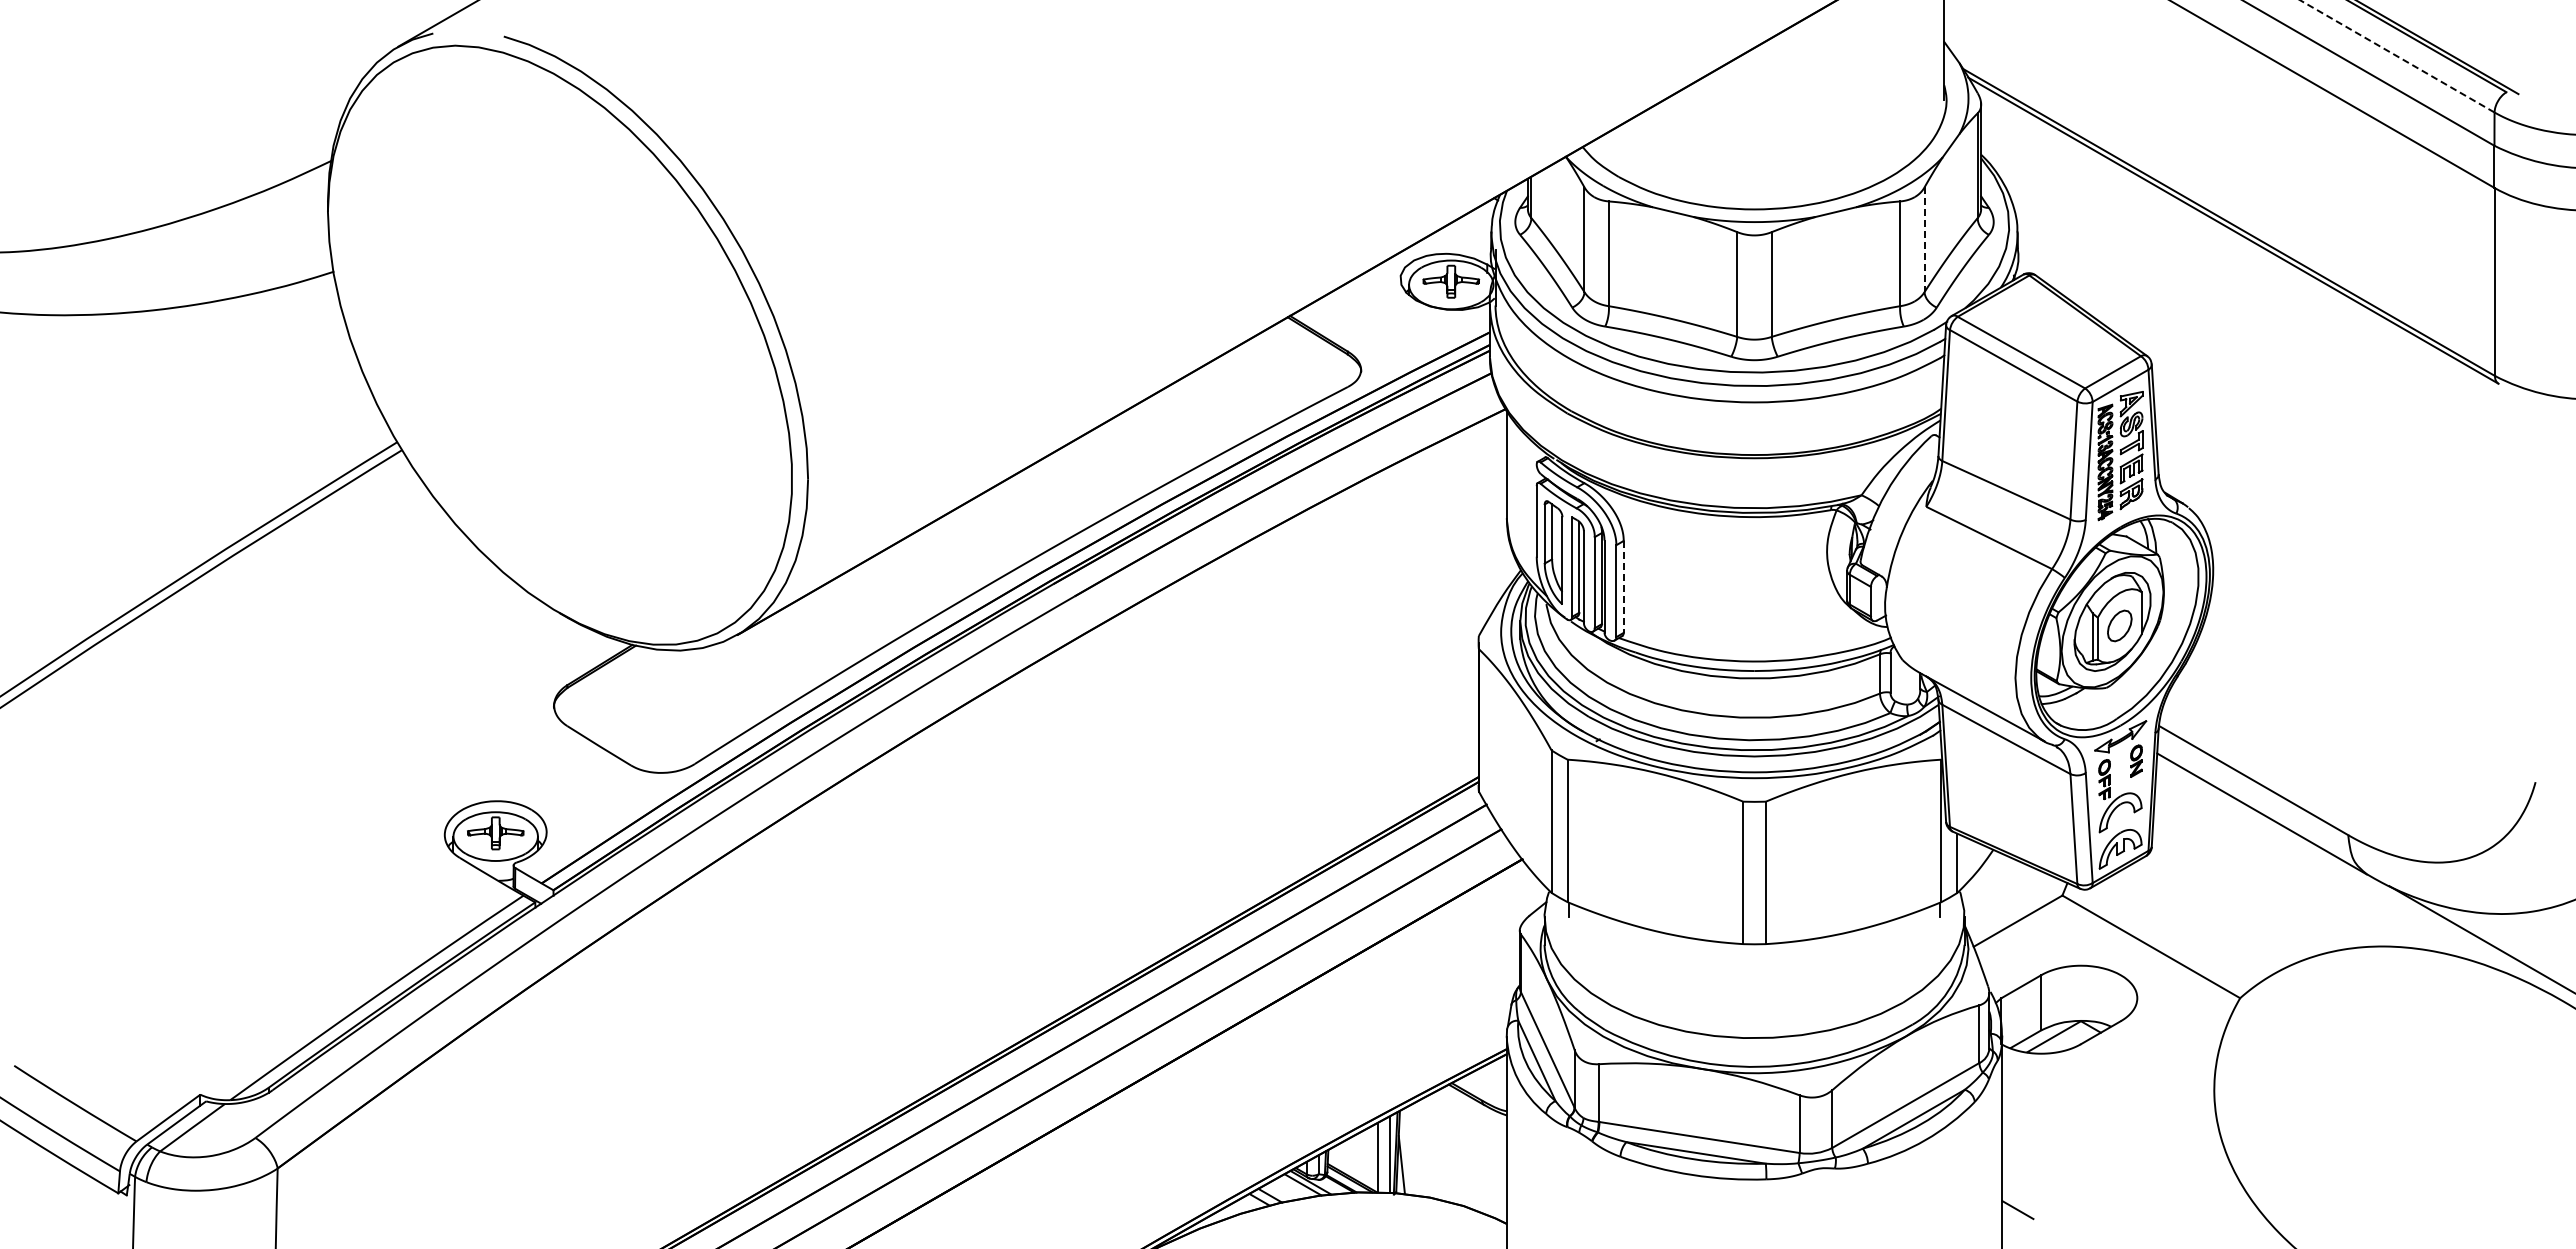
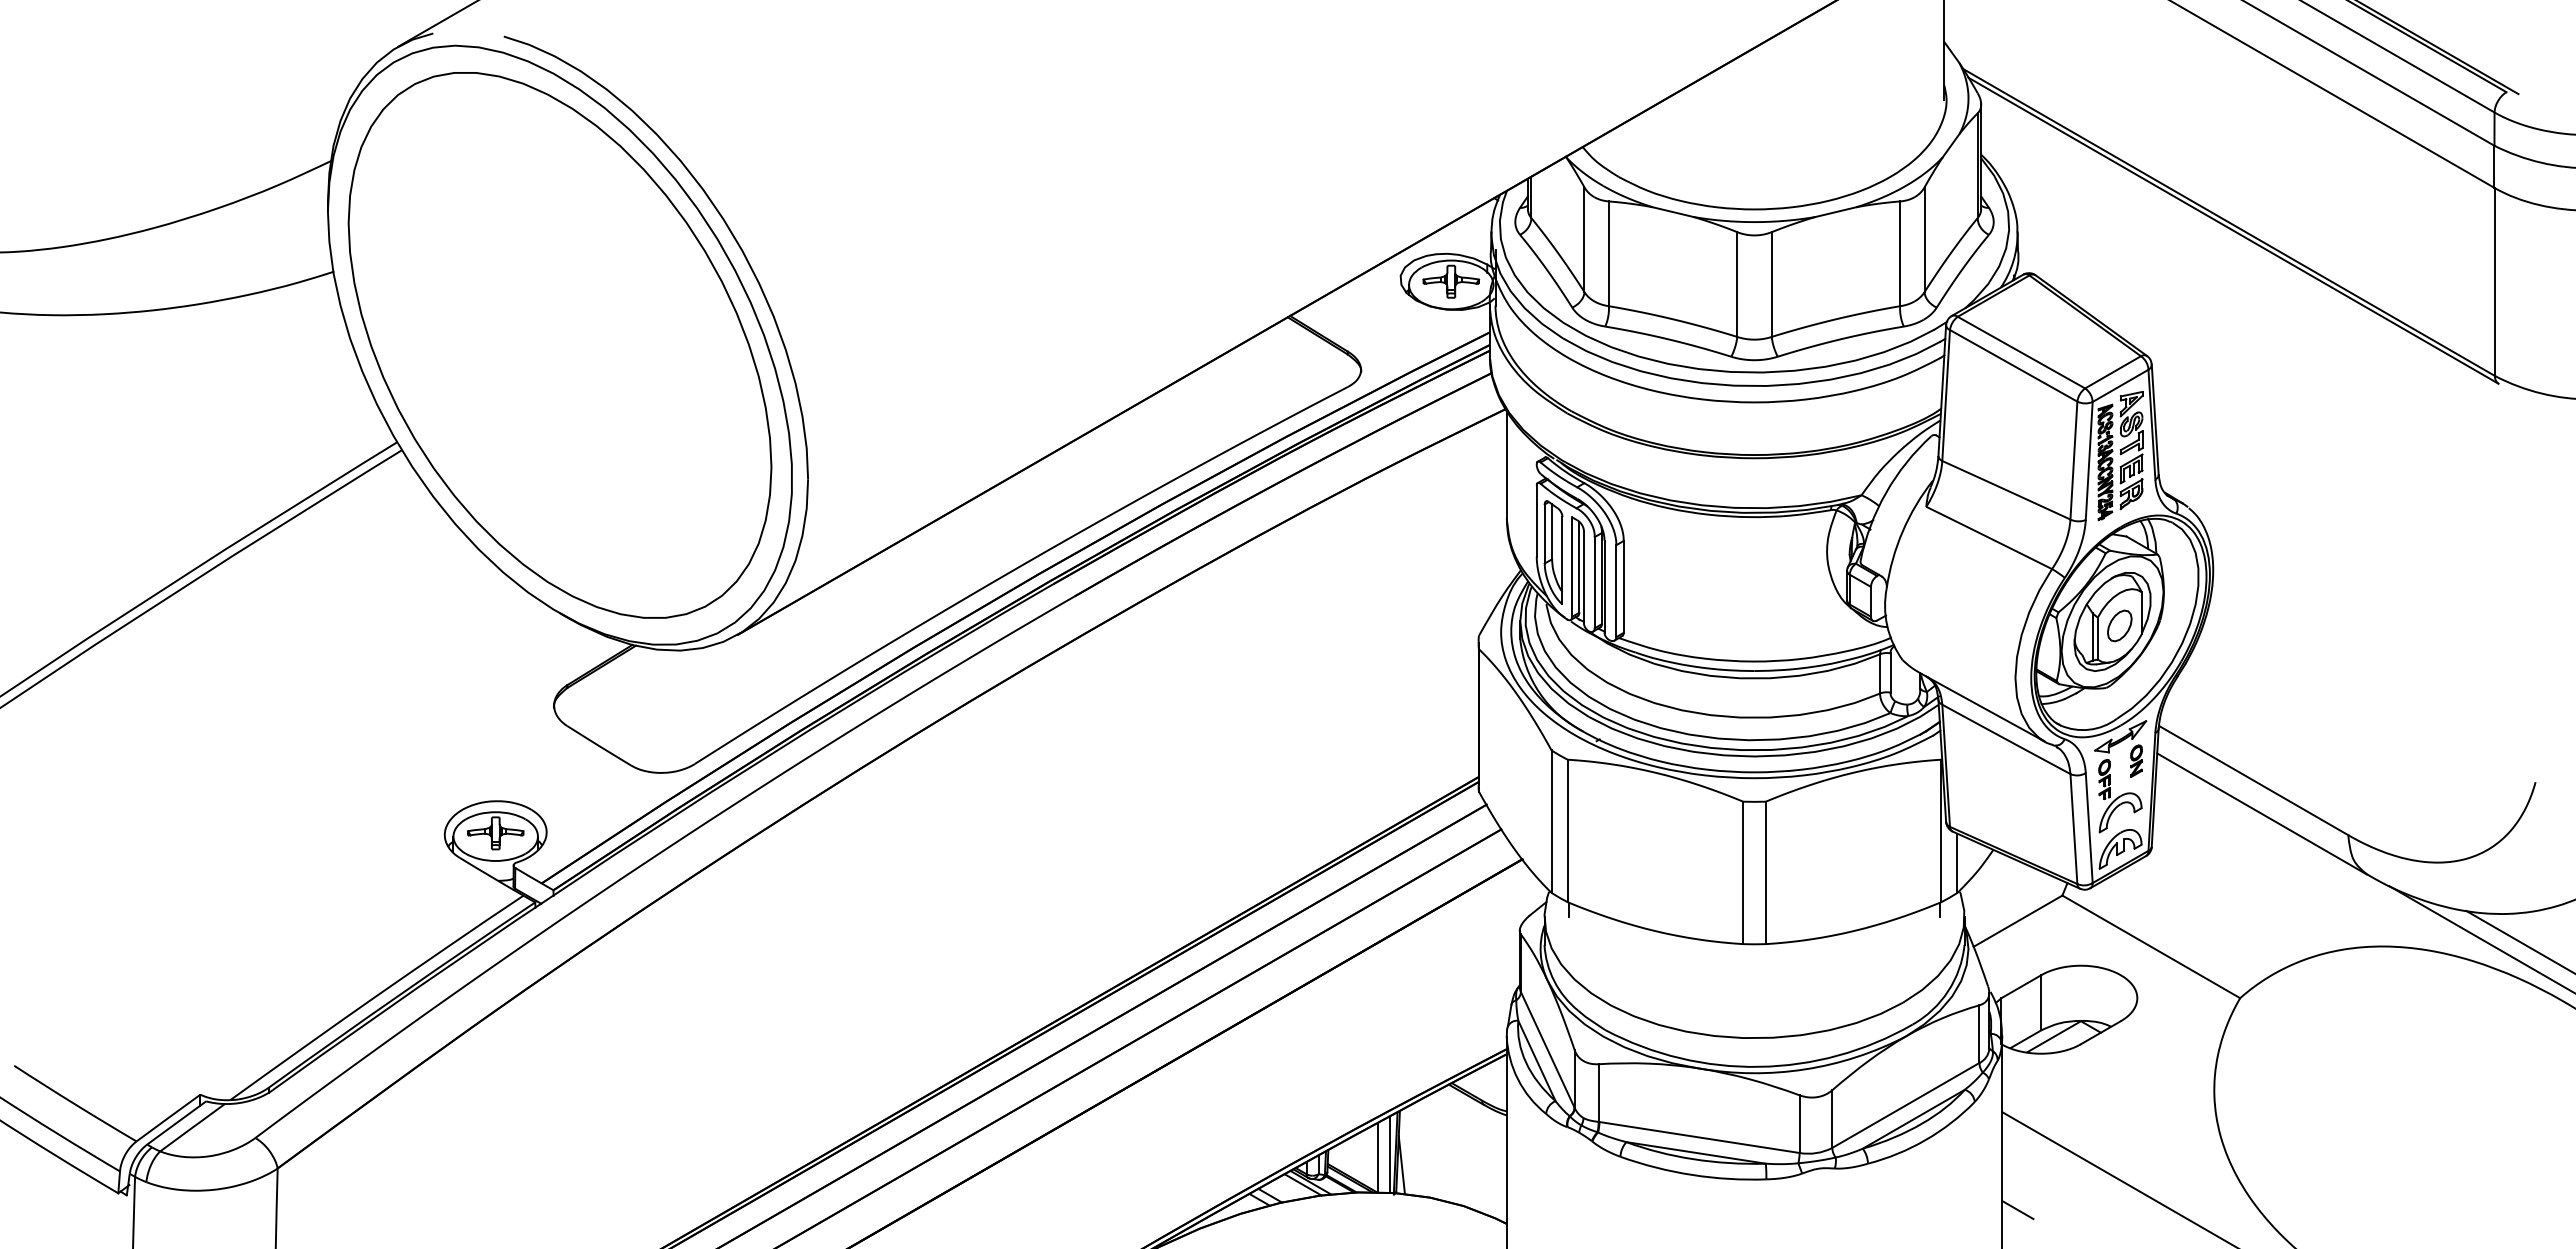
line at (2396, 56): dashed -> solid
line at (1924, 240): dashed -> solid
part at (559, 345): none -> present
line at (1623, 586): dashed -> solid
line at (2519, 941): none -> present
line at (2117, 1178): none -> present
